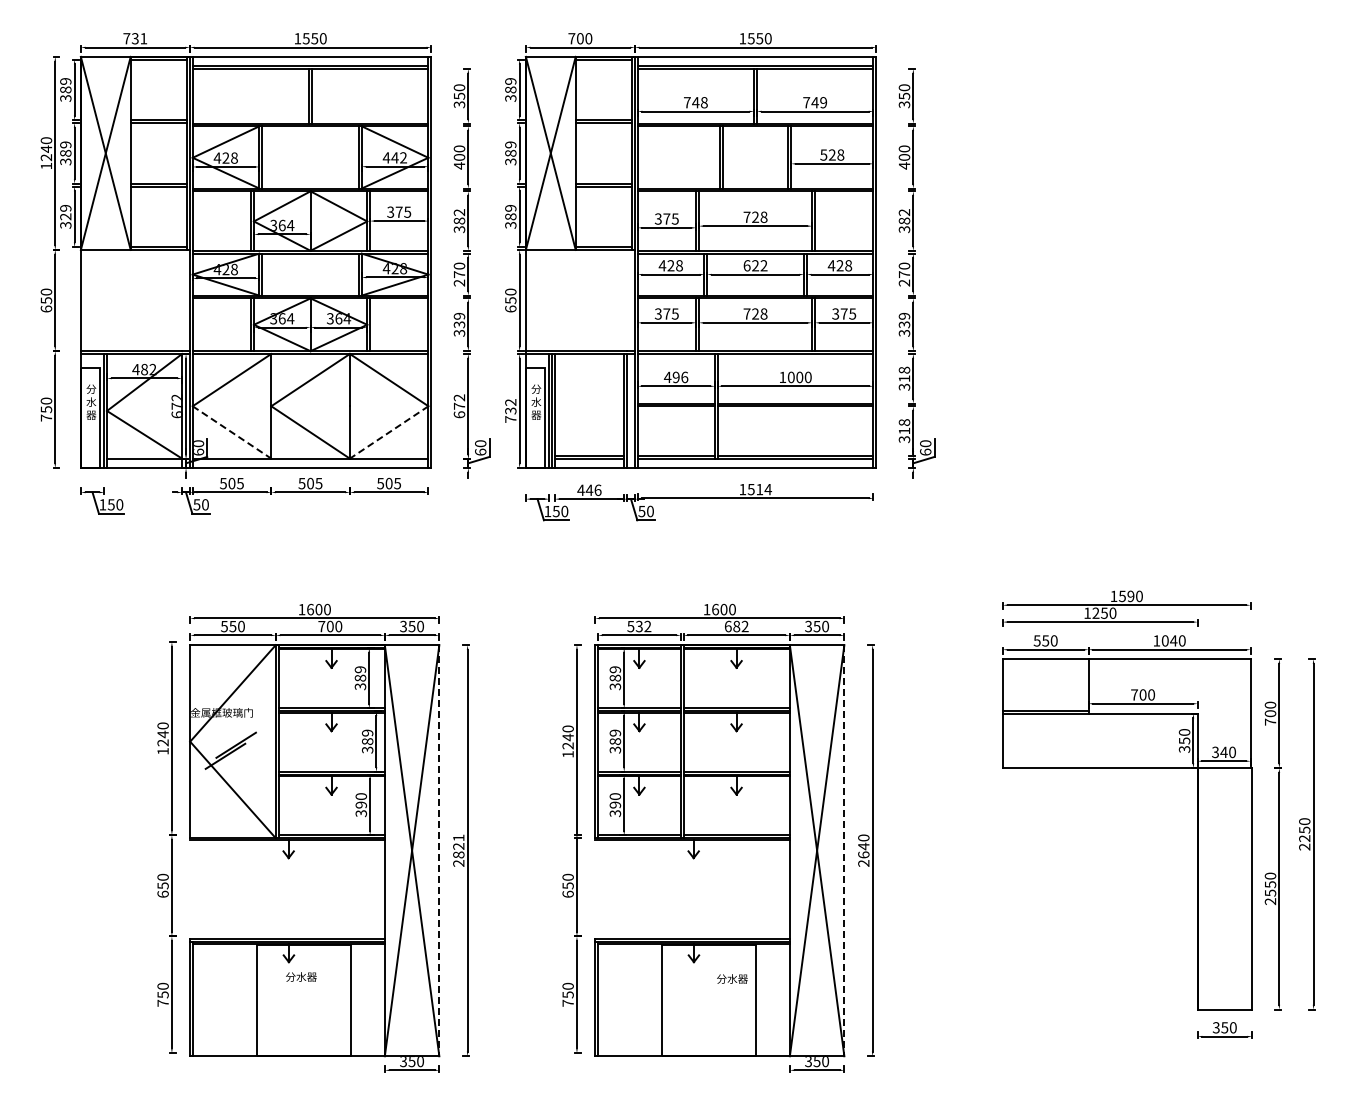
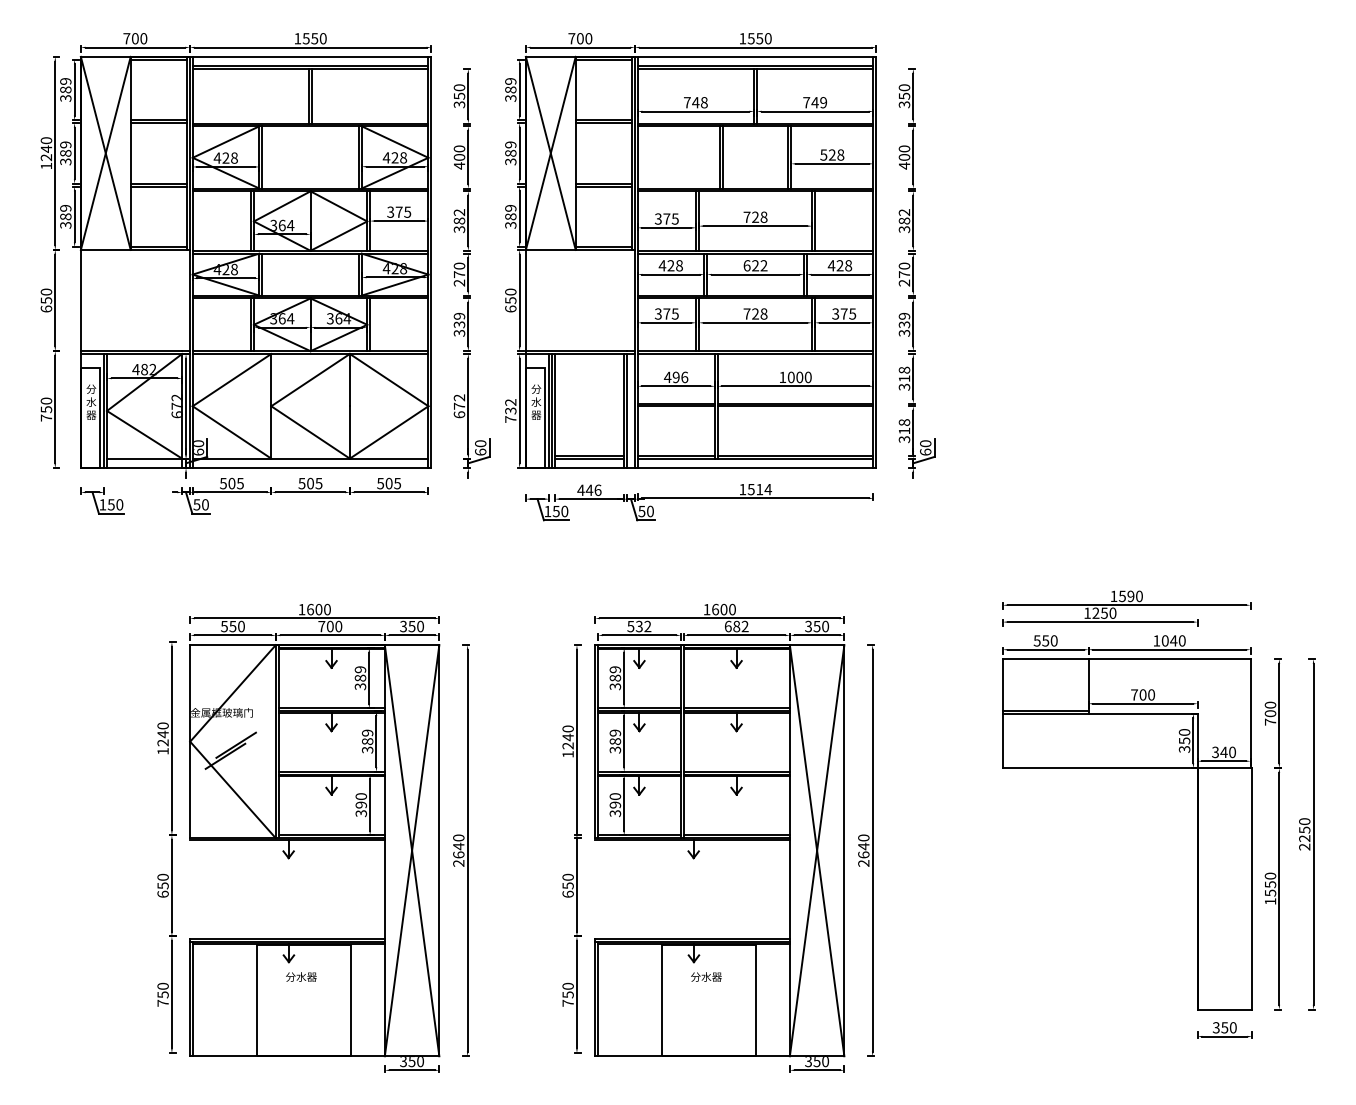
text at (139, 38): 731 -> 700
text at (399, 157): 442 -> 428
text at (65, 216): 329 -> 389
line at (232, 432): dashed -> solid
line at (388, 432): dashed -> solid
text at (458, 846): 2821 -> 2640
line at (439, 850): dashed -> solid
line at (844, 850): dashed -> solid
text at (1269, 901): 2550 -> 1550
text at (732, 978) position: (732, 978) -> (706, 976)
